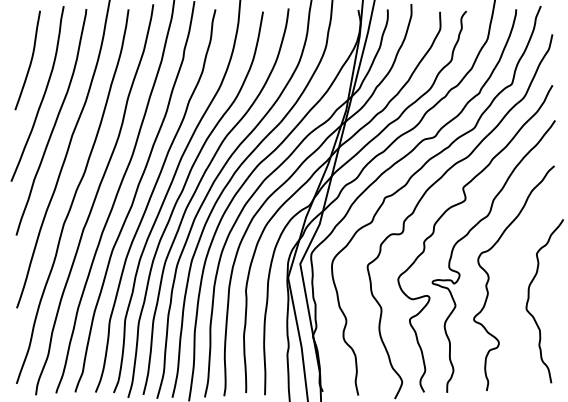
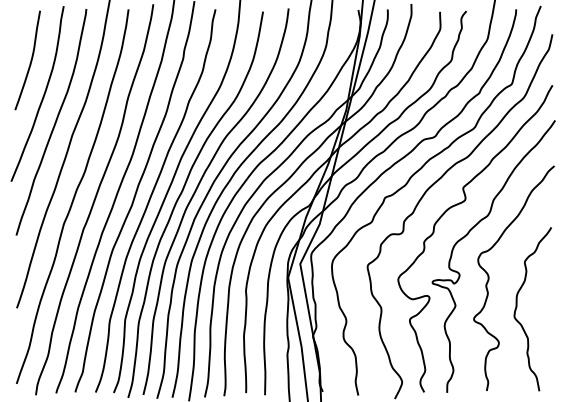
curve at (529, 299) position: (529, 299) -> (517, 307)
